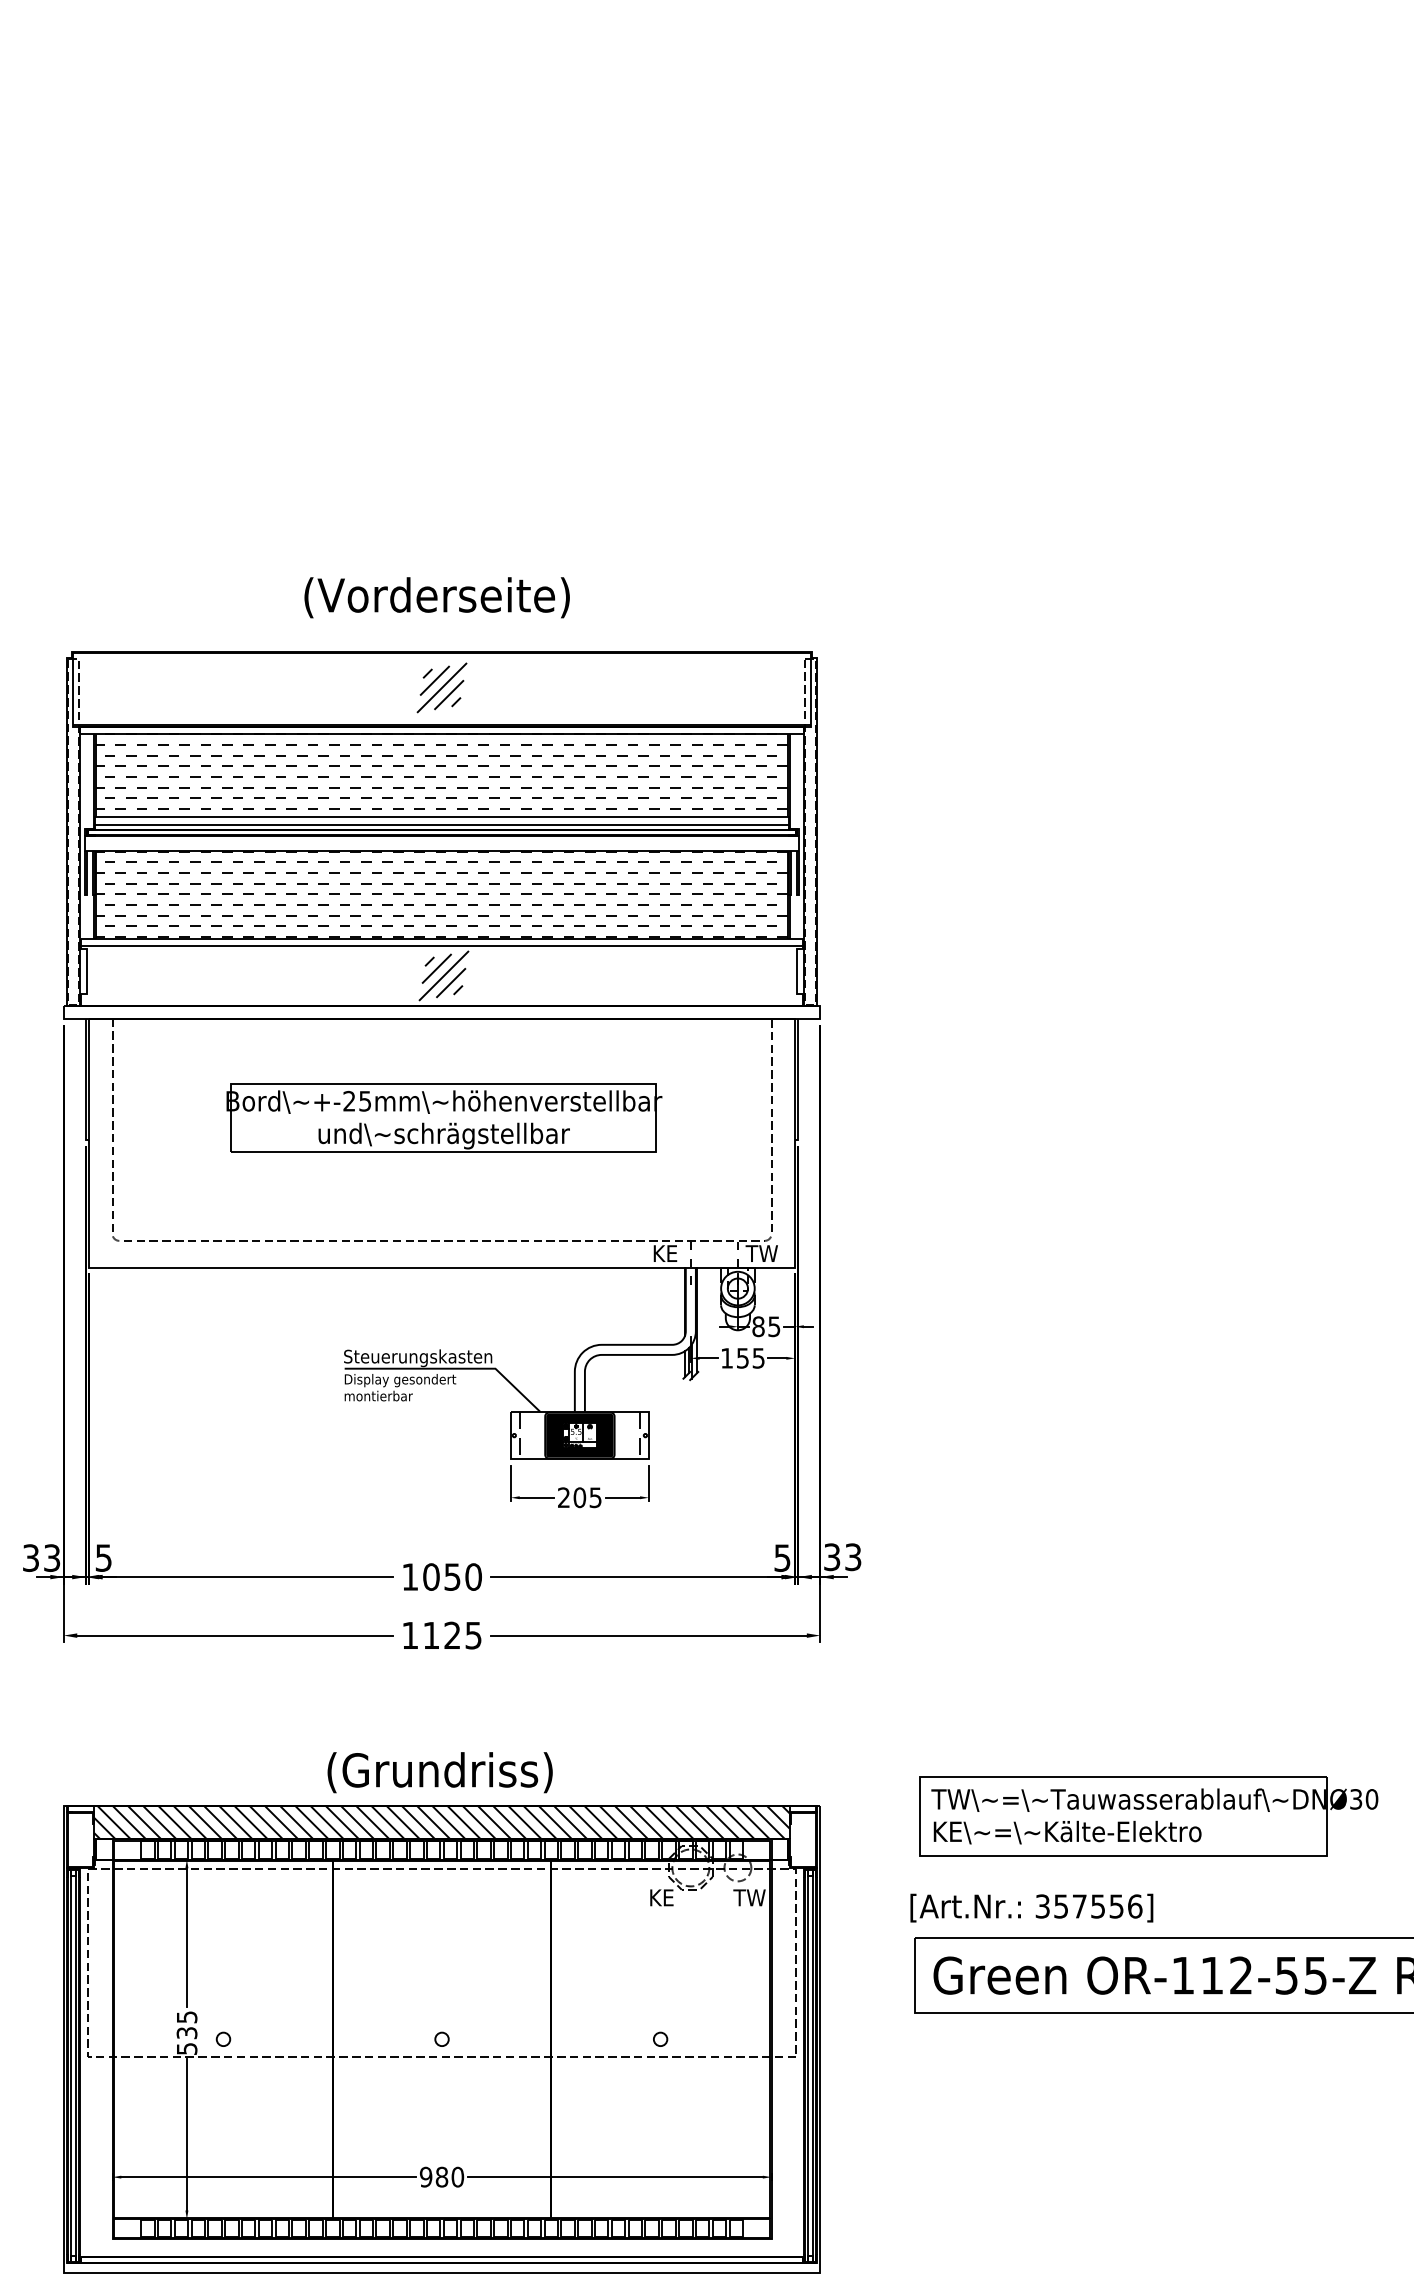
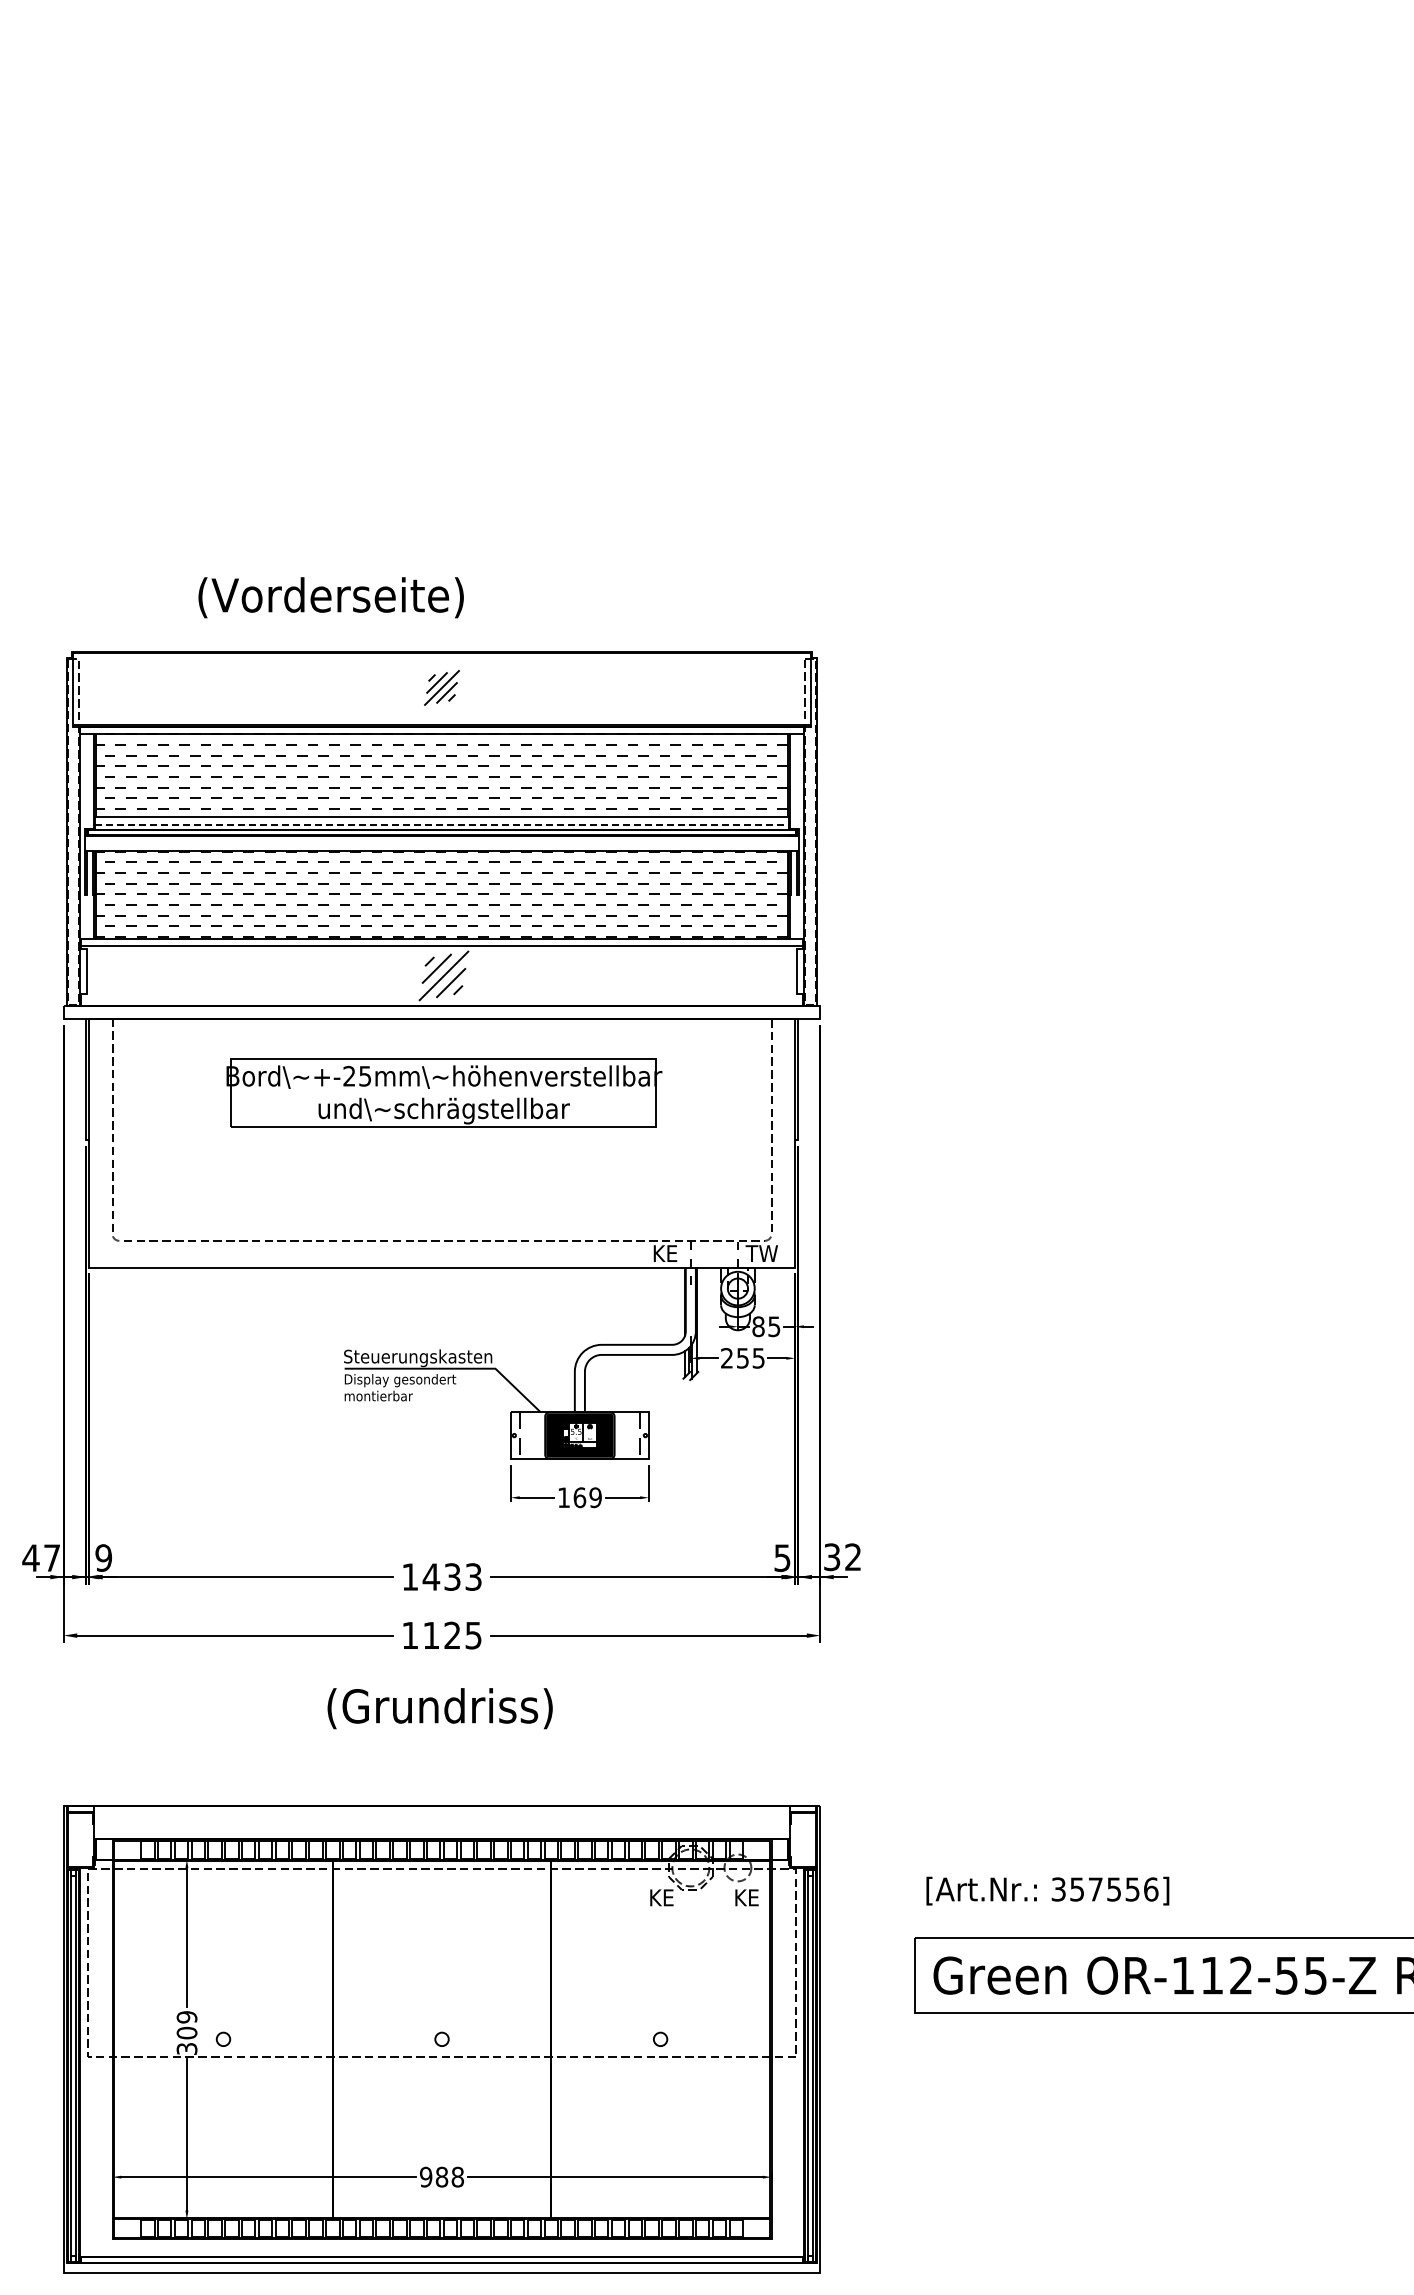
text at (436, 597) position: (436, 597) -> (330, 597)
part at (441, 687) size: 52x52 px -> 36x36 px
line at (442, 825): solid -> dashed
part at (444, 1117) position: (444, 1117) -> (444, 1092)
text at (726, 1358): 155 -> 255
text at (579, 1497): 205 -> 169
text at (41, 1557): 33 -> 47
text at (103, 1557): 5 -> 9
text at (853, 1557): 33 -> 32
text at (451, 1576): 1050 -> 1433
text at (439, 1772) position: (439, 1772) -> (439, 1708)
part at (1148, 1816): present -> none
hatch at (442, 1822): present -> none
text at (749, 1897): TW -> KE
text at (1031, 1907) position: (1031, 1907) -> (1047, 1890)
text at (186, 2032): 535 -> 309
text at (457, 2177): 980 -> 988
